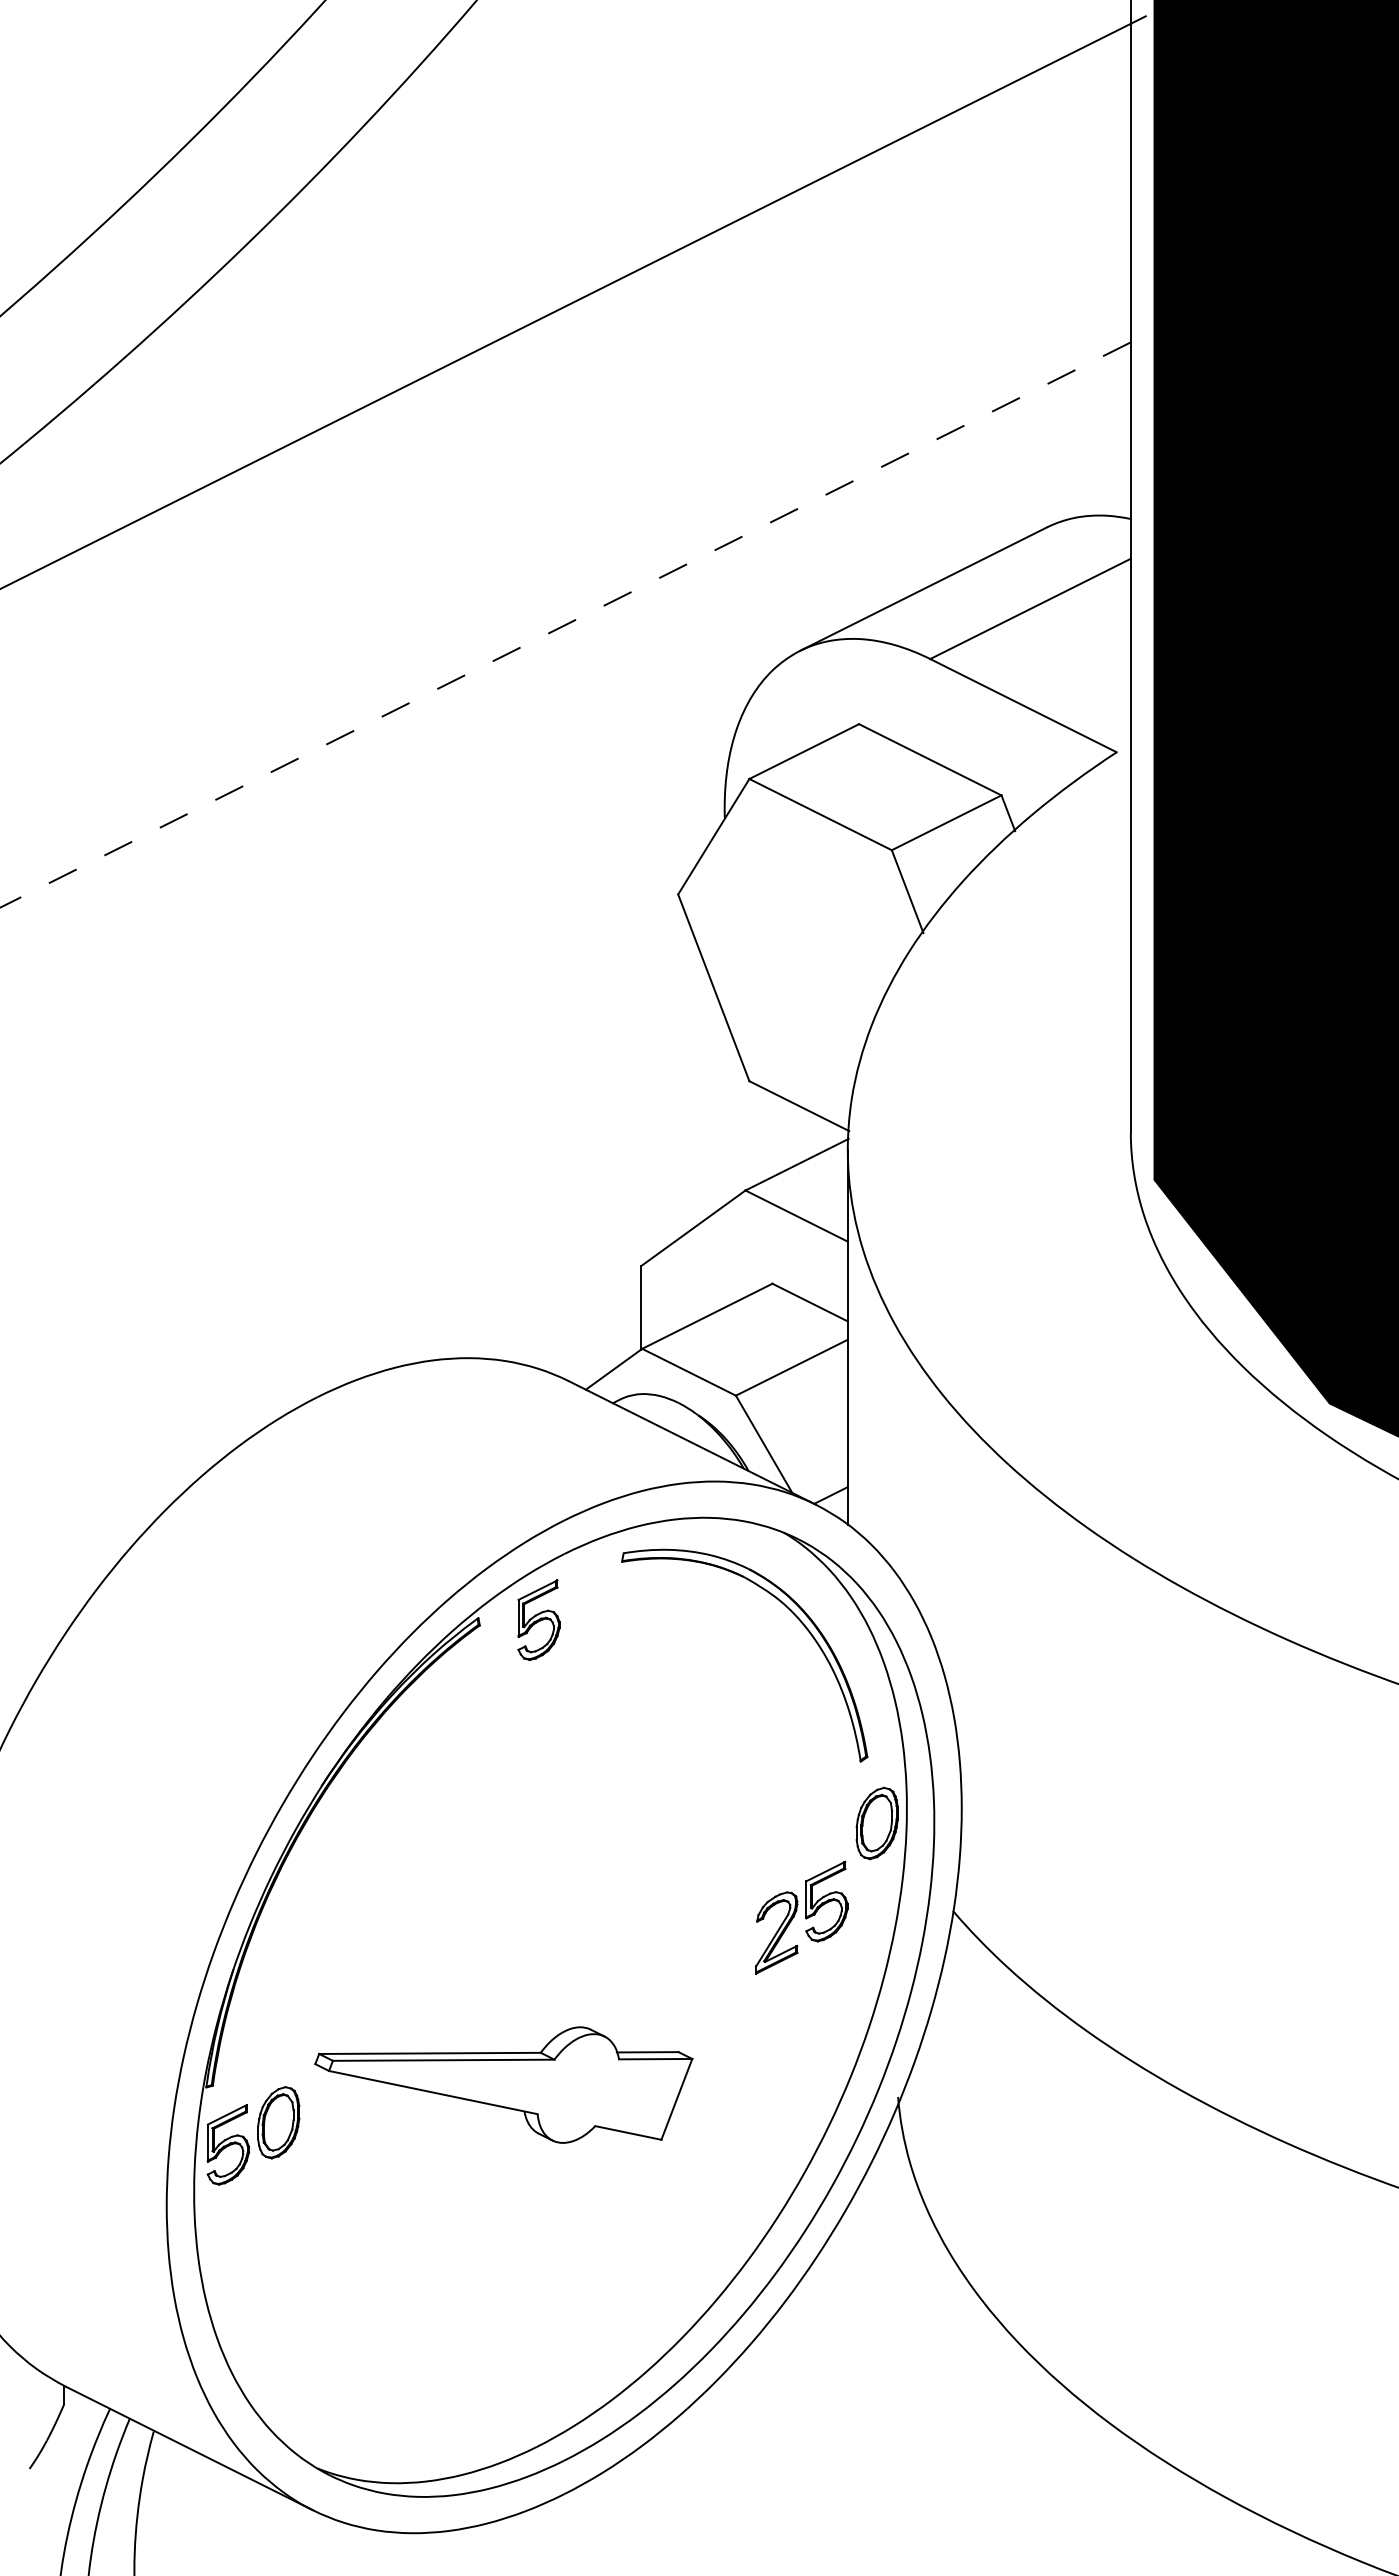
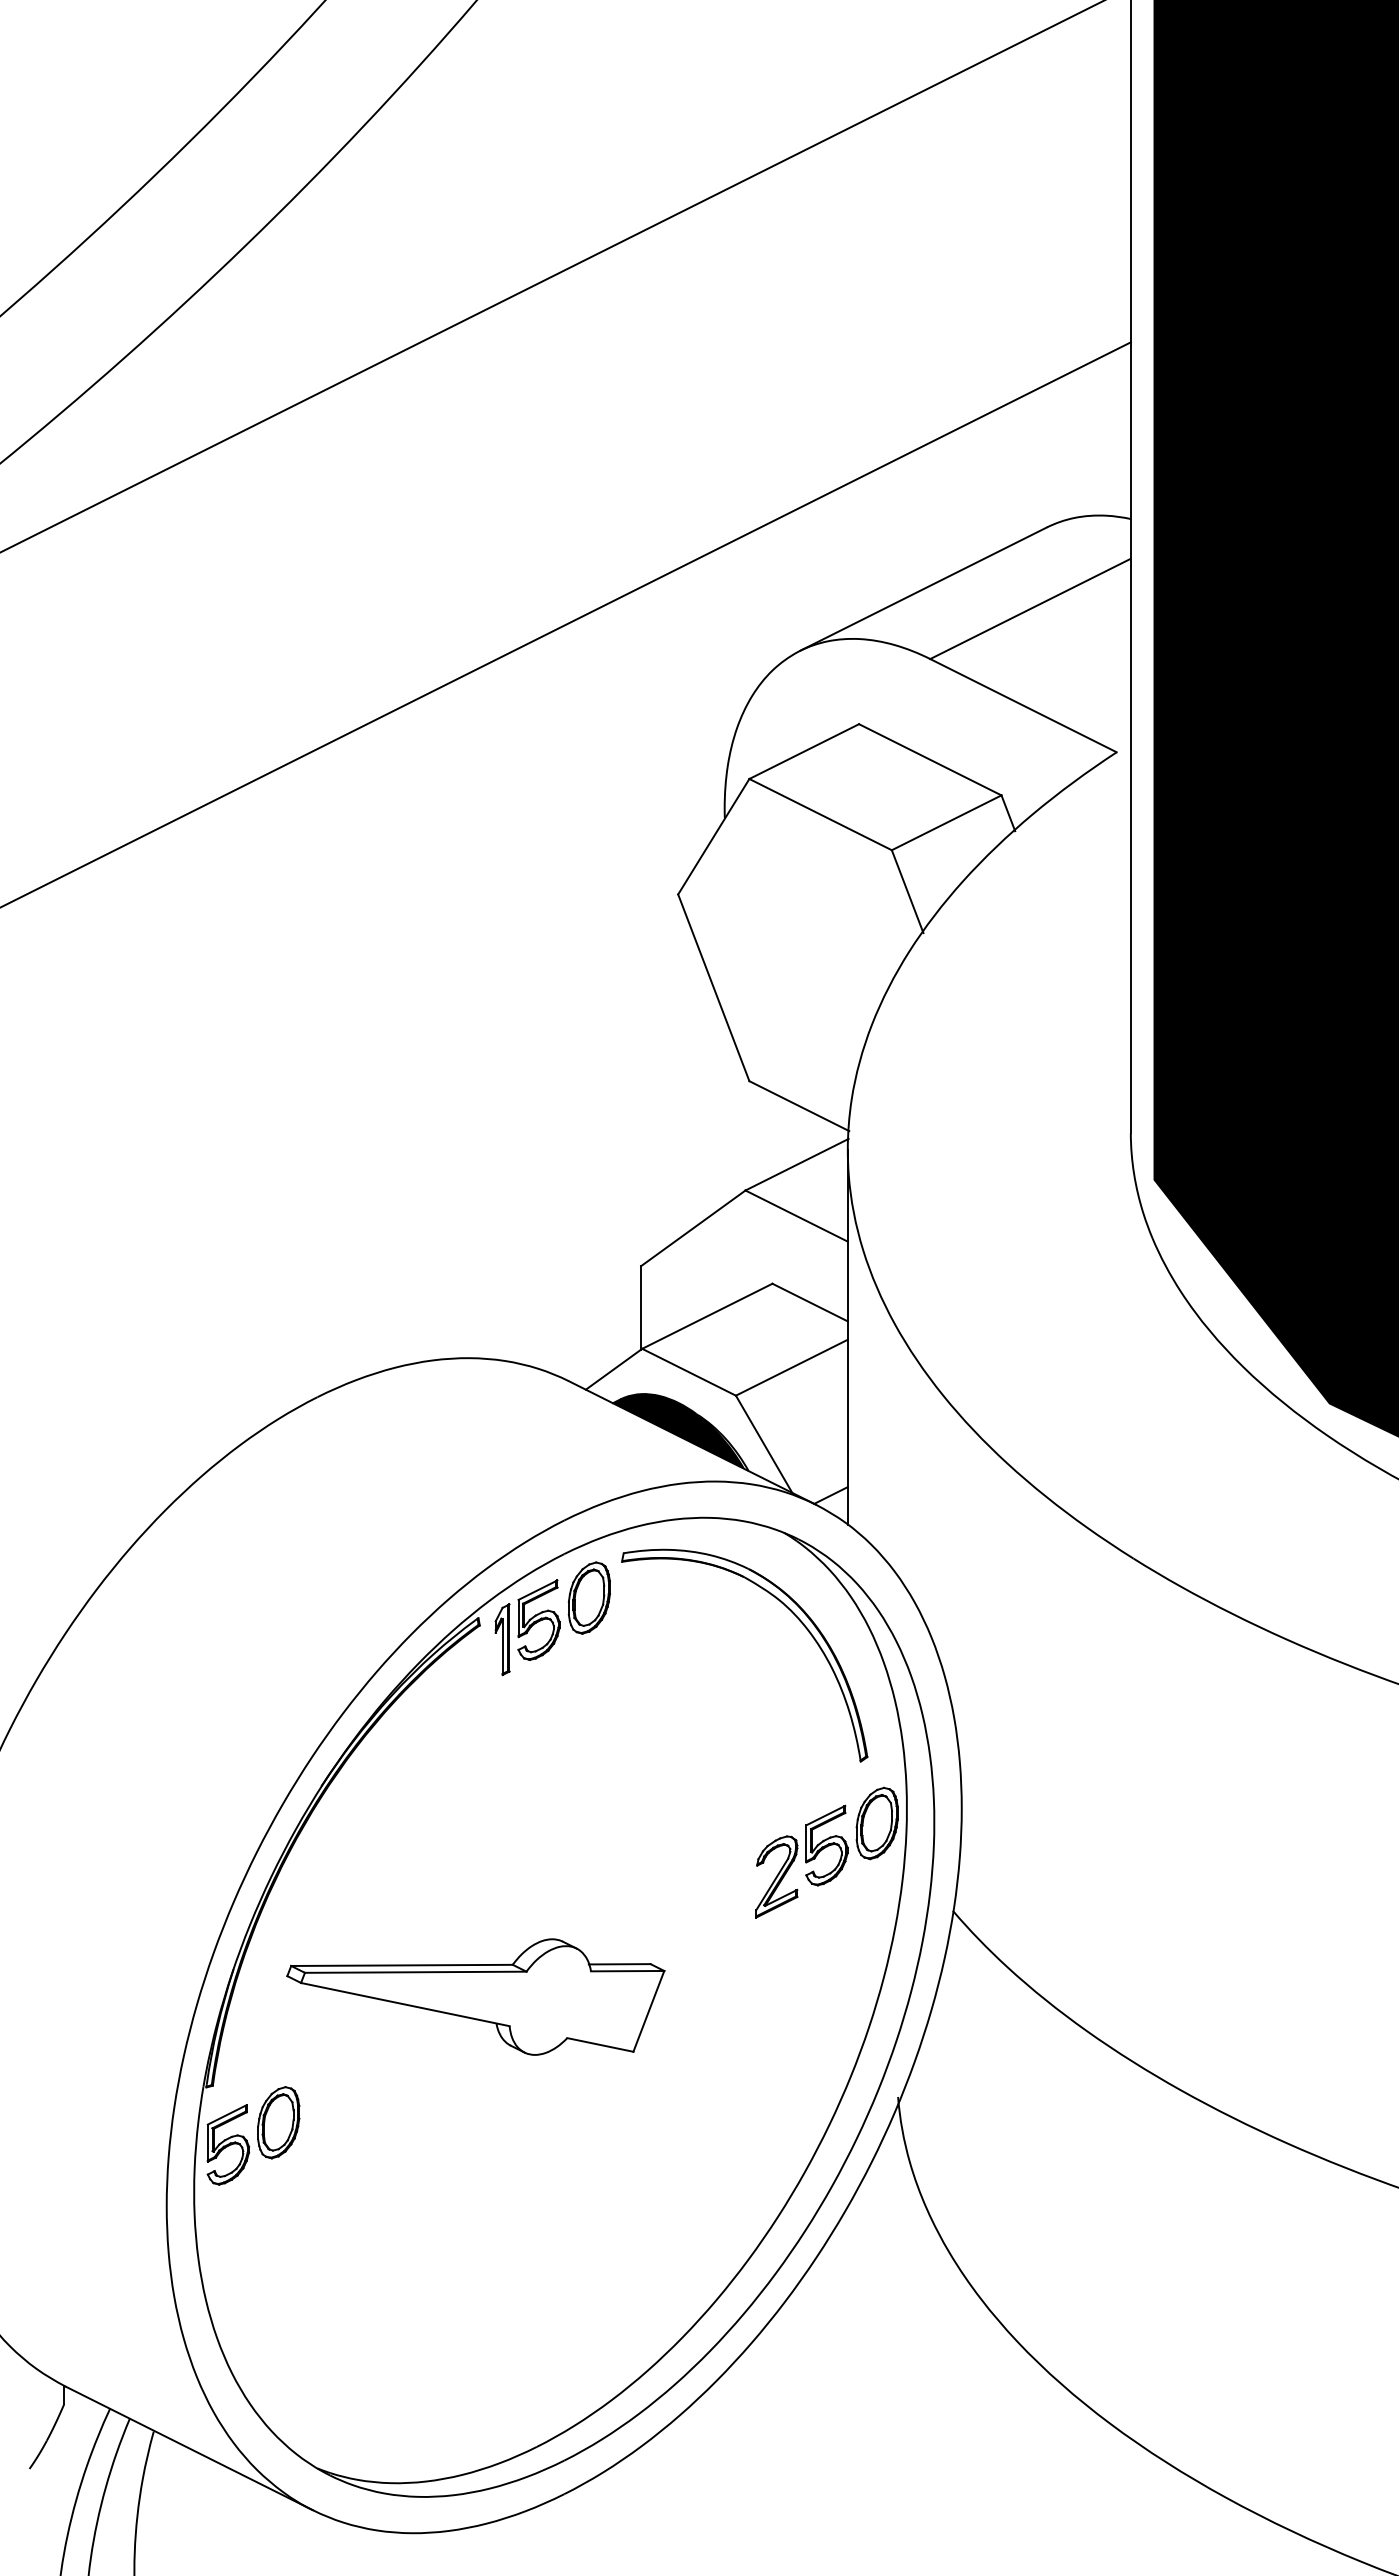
line at (573, 301) position: (573, 301) -> (551, 276)
line at (565, 624): dashed -> solid
fill at (677, 1431): none -> present
part at (588, 1597): none -> present
part at (502, 1639): none -> present
part at (801, 1917) position: (801, 1917) -> (801, 1861)
part at (503, 2084) position: (503, 2084) -> (475, 1996)
